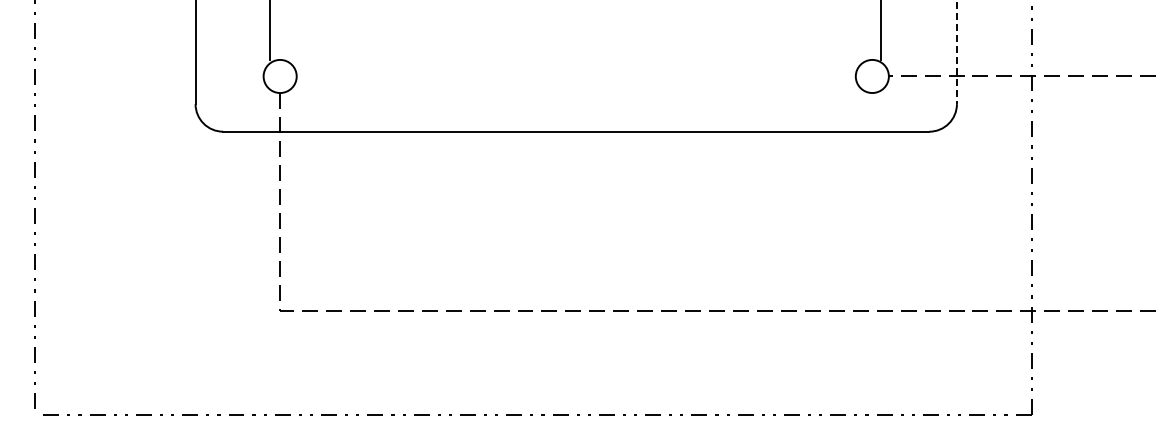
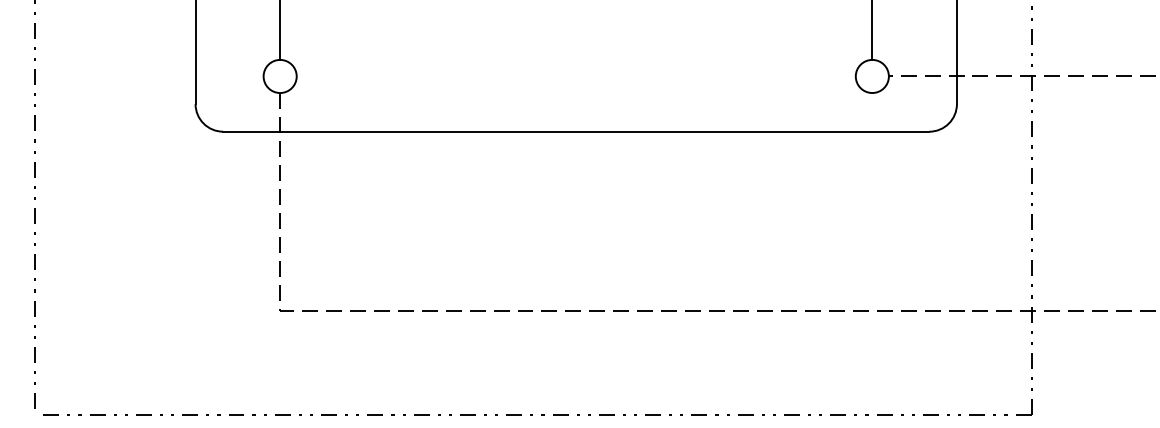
line at (270, 30) position: (270, 30) -> (280, 30)
line at (881, 30) position: (881, 30) -> (872, 30)
line at (956, 52): dashed -> solid
